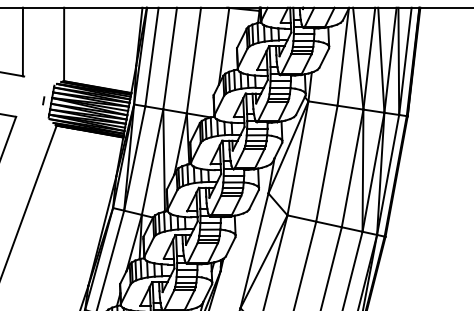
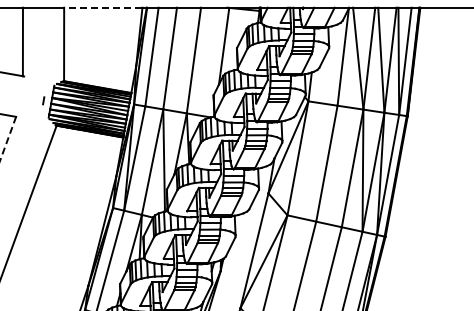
line at (102, 7): solid -> dashed
line at (8, 138): solid -> dashed
